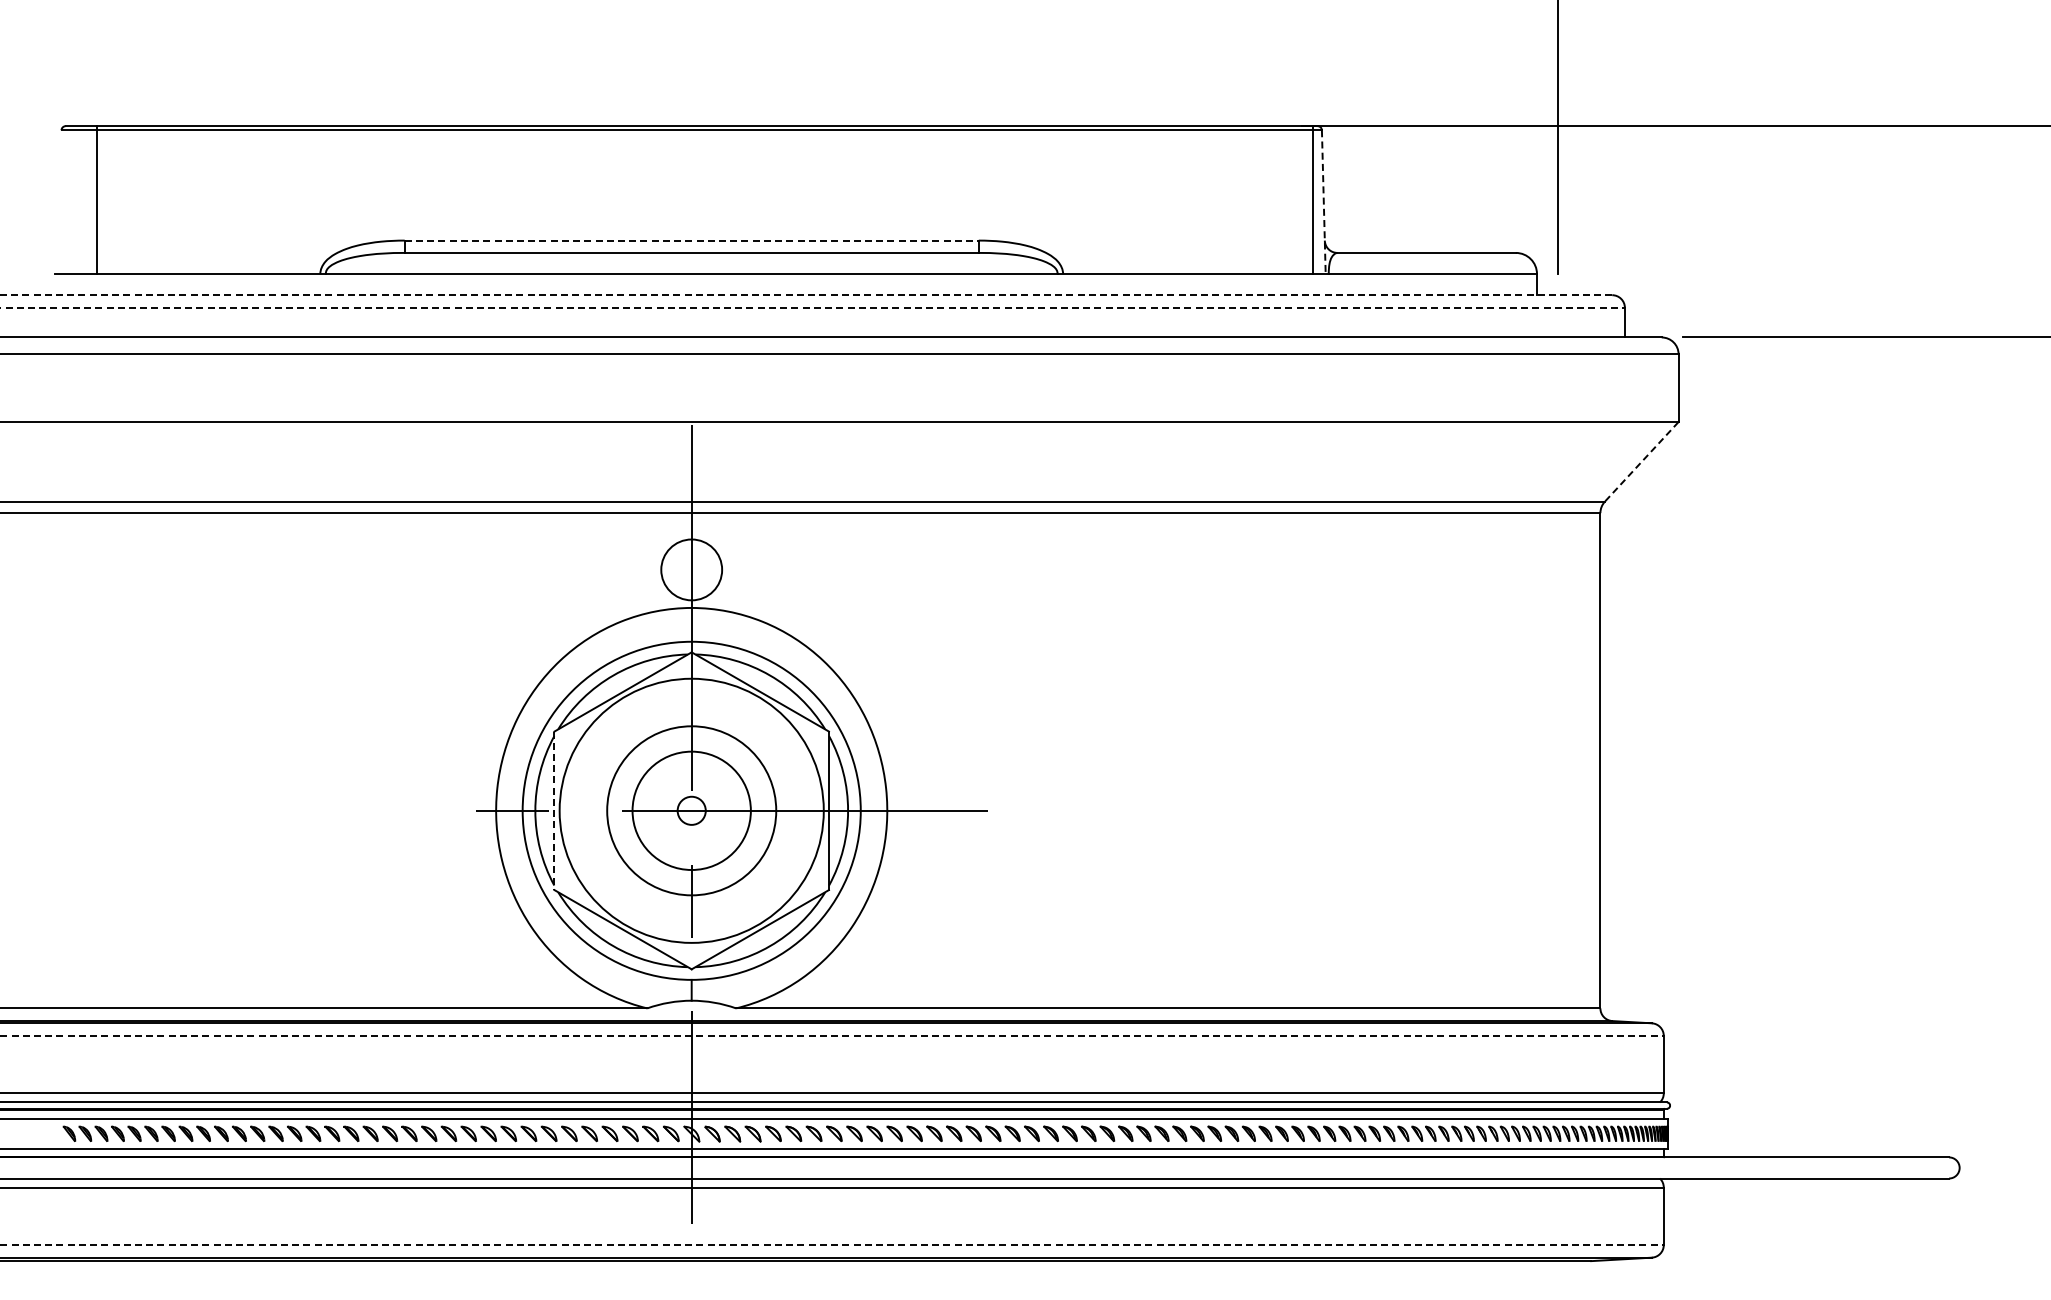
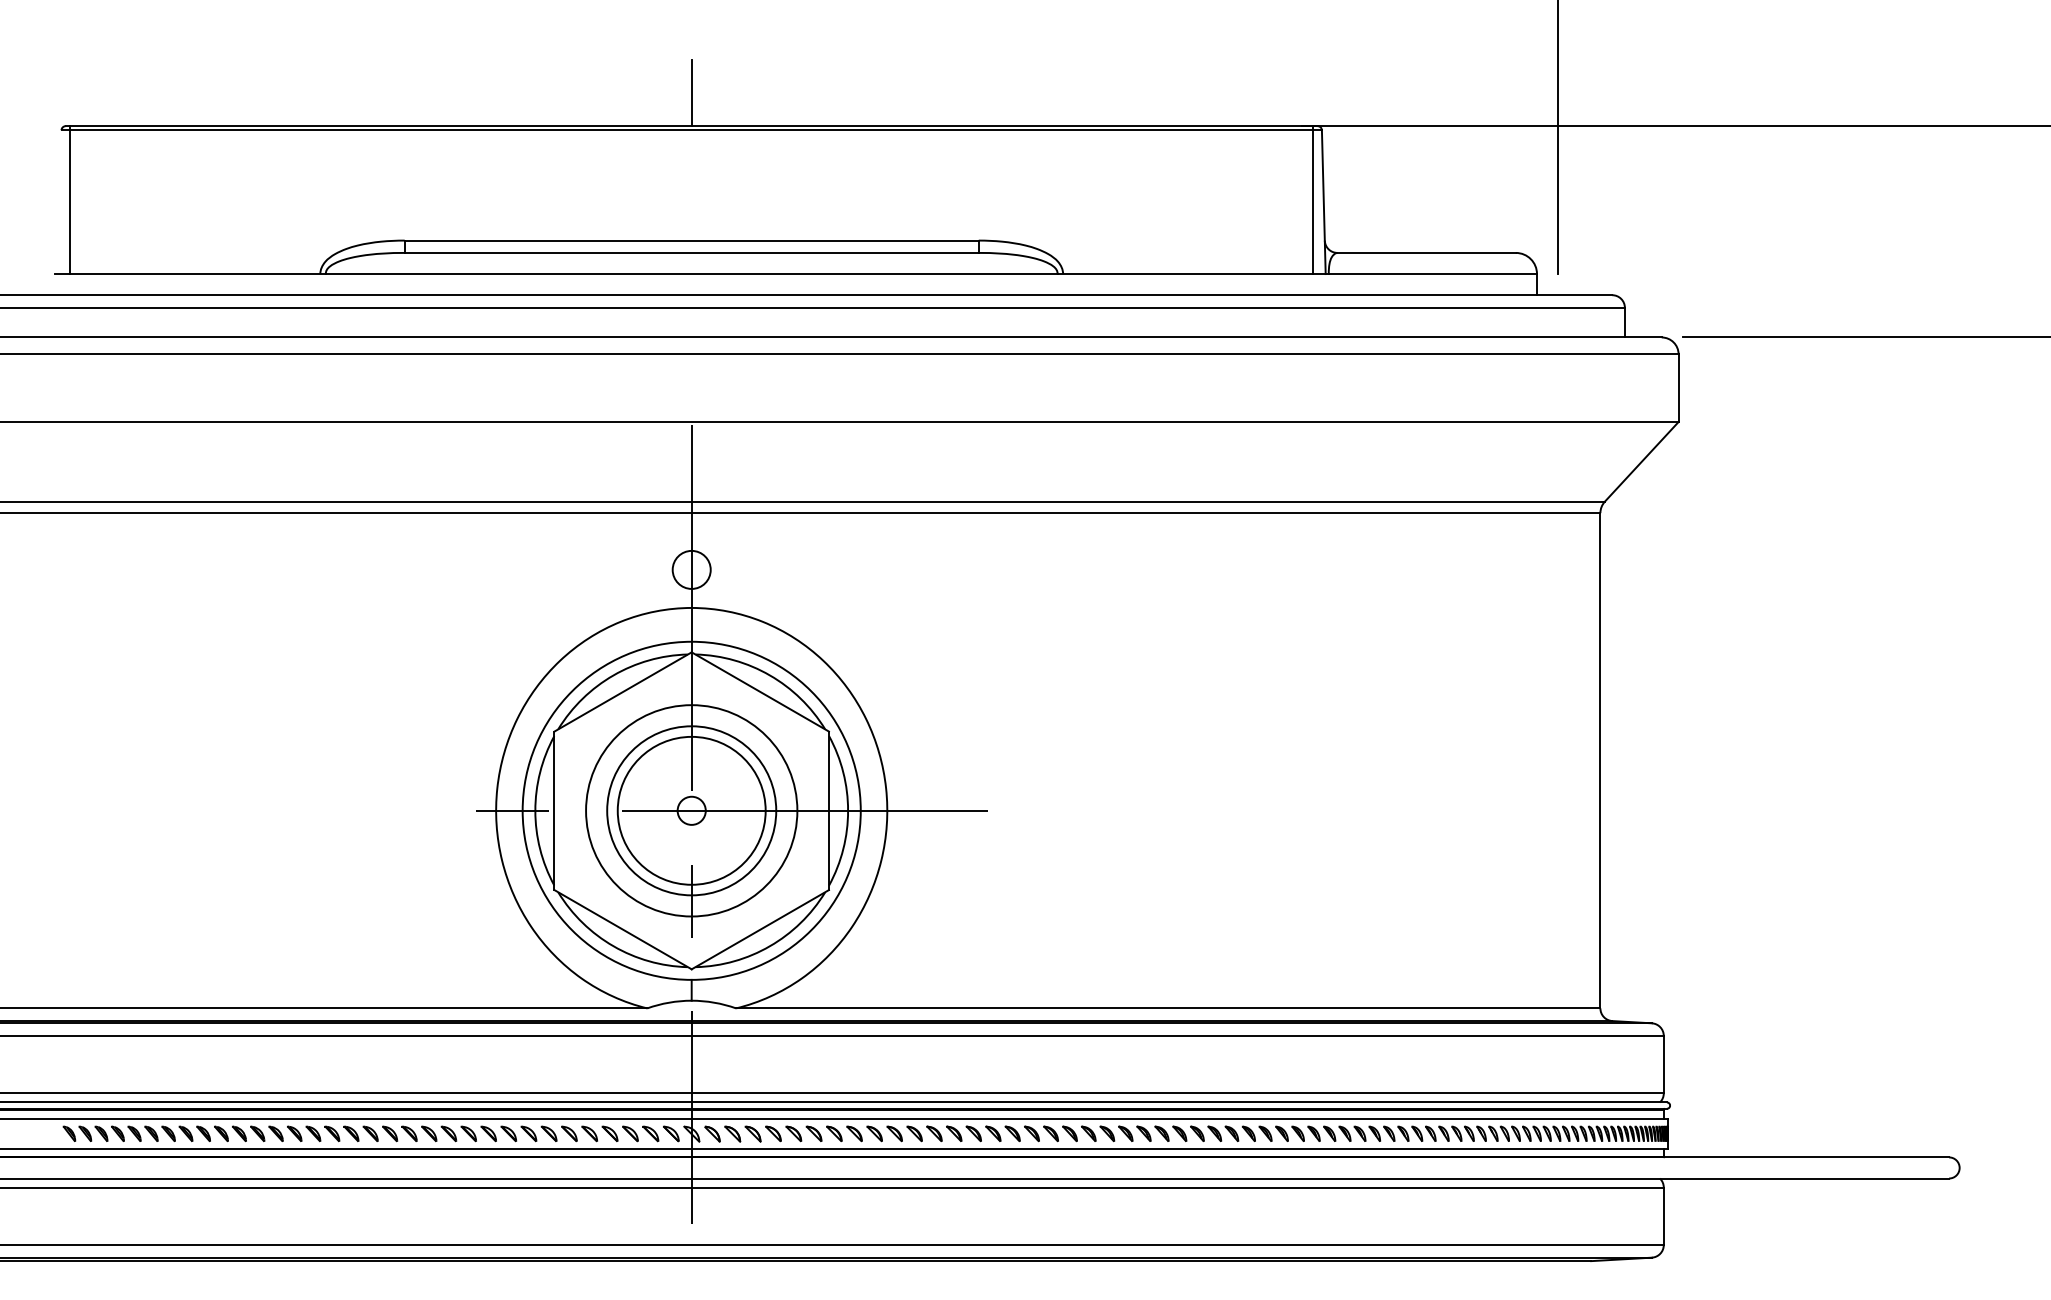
line at (691, 92): none -> present
line at (97, 200) position: (97, 200) -> (70, 200)
line at (1323, 202): dashed -> solid
line at (692, 240): dashed -> solid
line at (805, 295): dashed -> solid
line at (813, 307): dashed -> solid
line at (1641, 462): dashed -> solid
circle at (691, 569) diameter: 61 px -> 38 px
circle at (691, 810) diameter: 118 px -> 148 px
circle at (691, 810) diameter: 264 px -> 211 px
line at (554, 811): dashed -> solid
line at (832, 1035): dashed -> solid
line at (832, 1245): dashed -> solid
